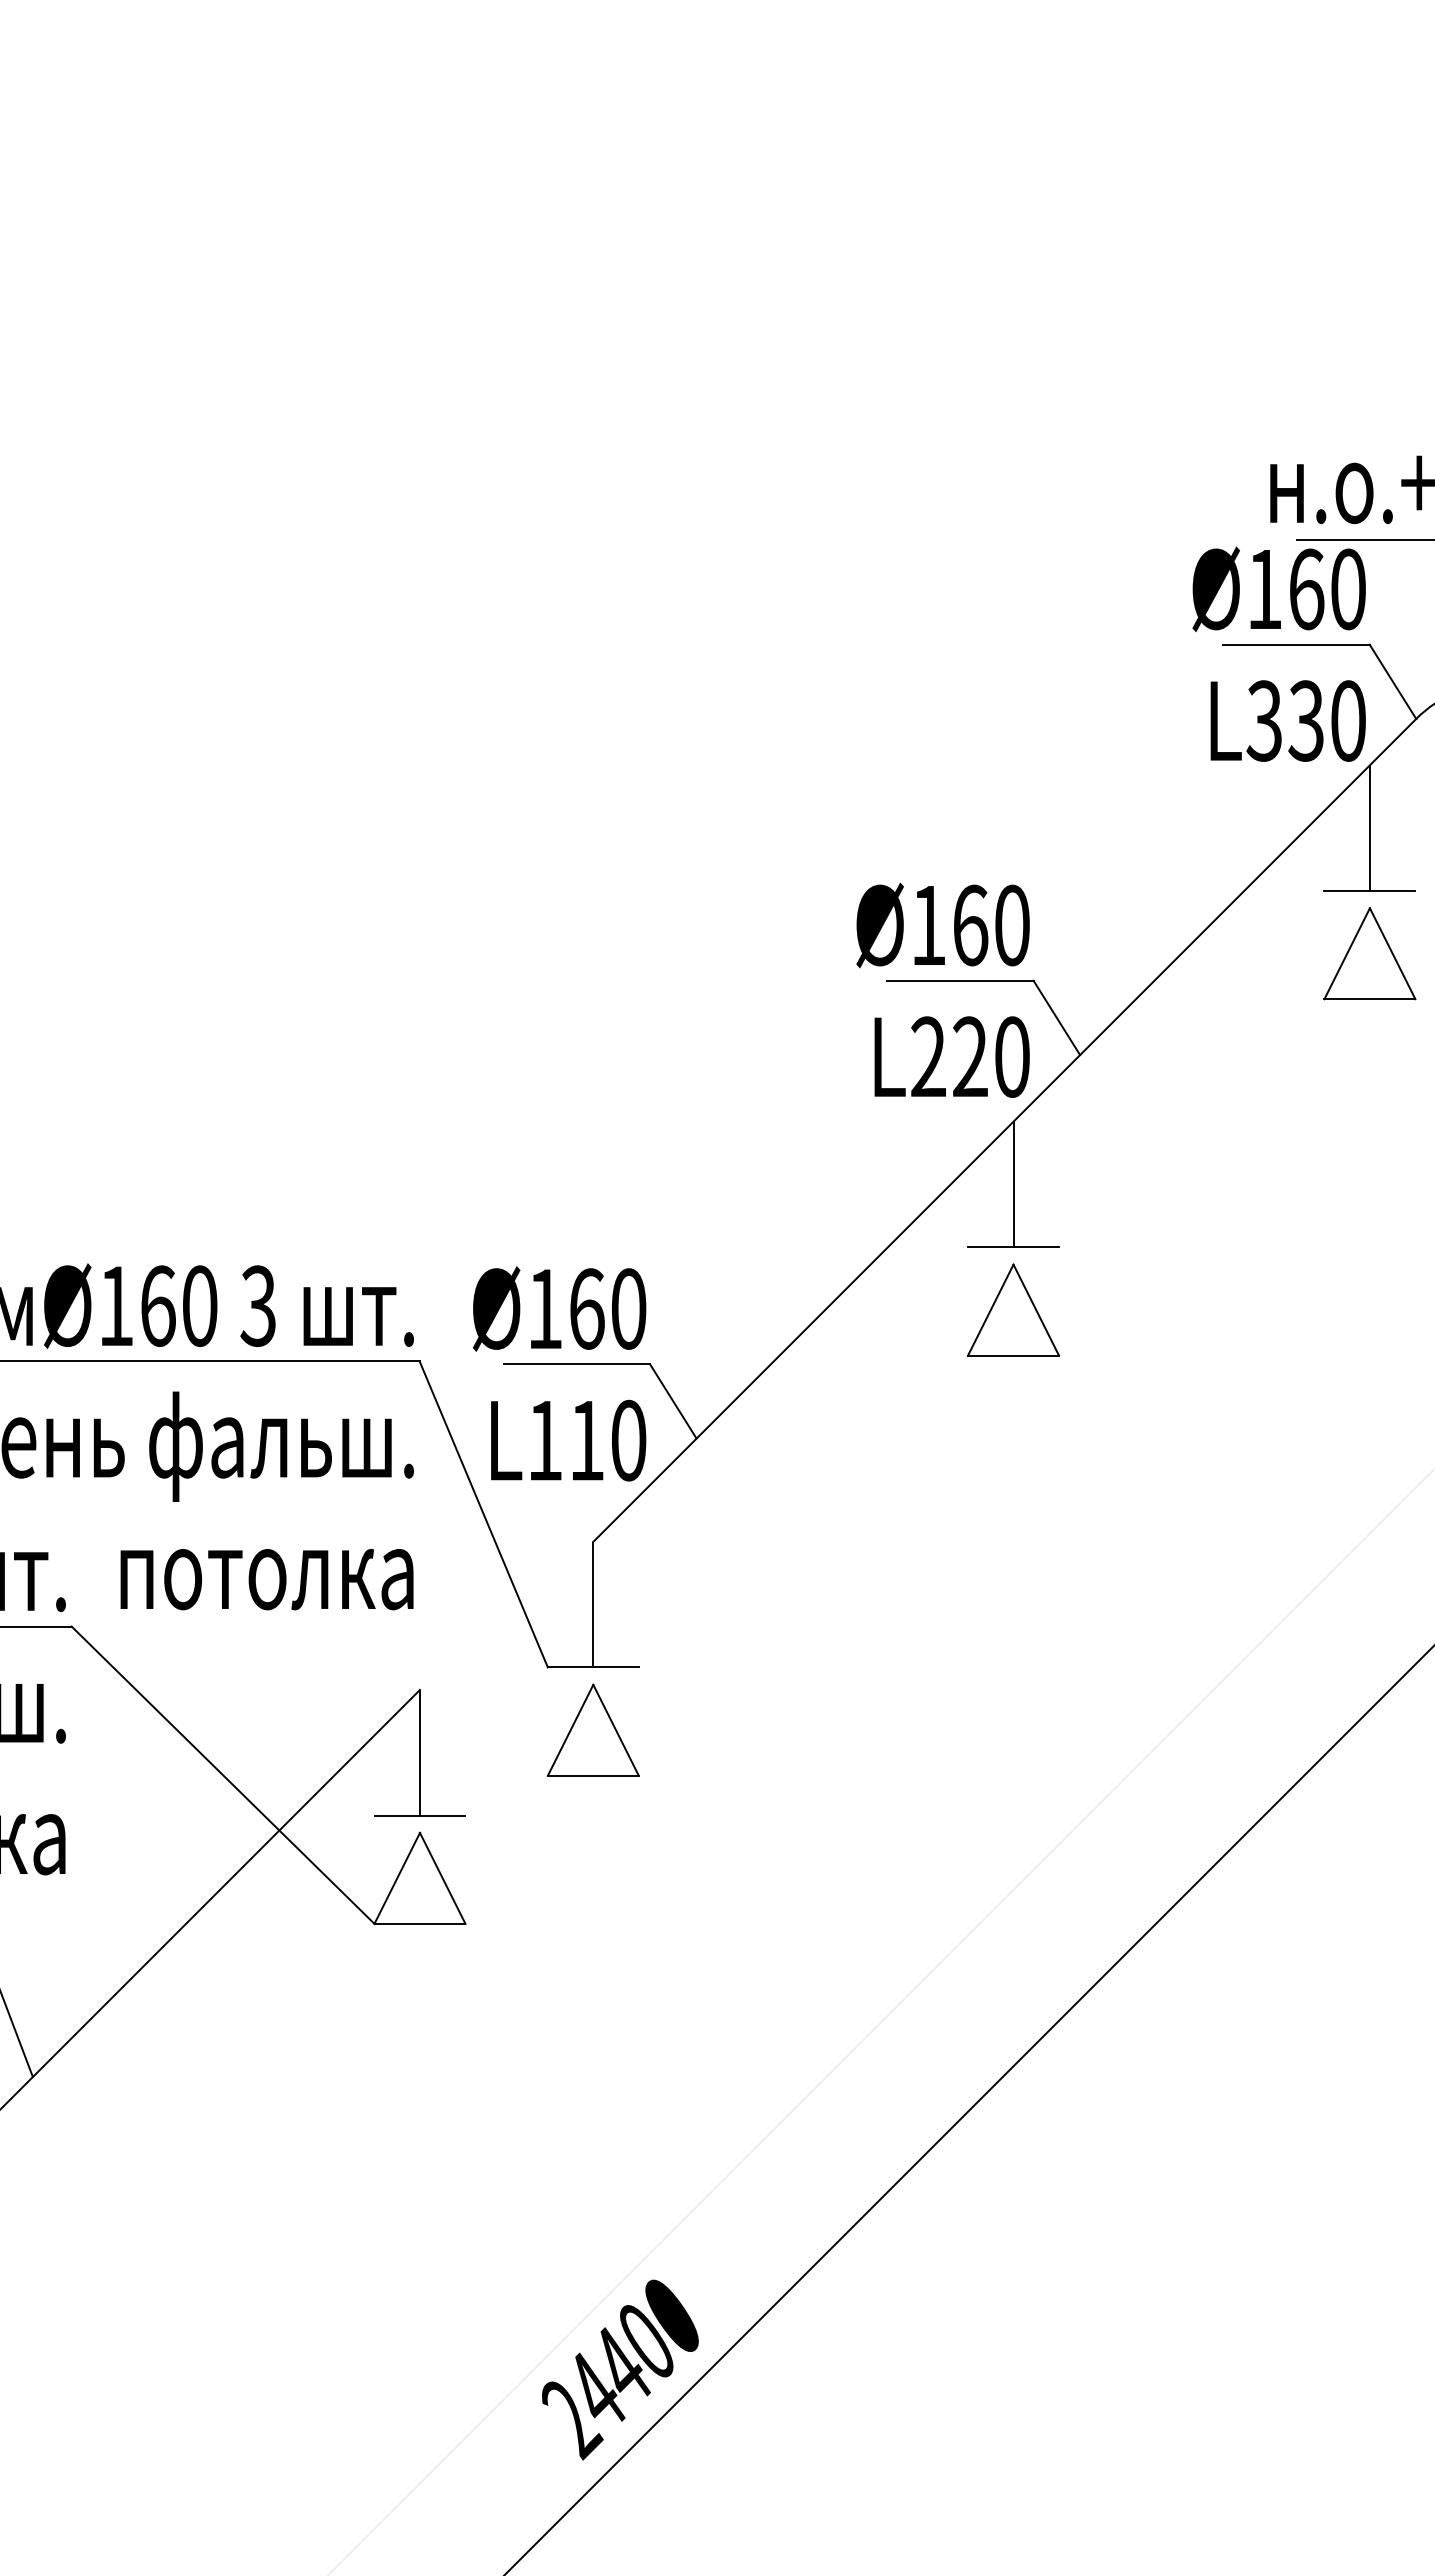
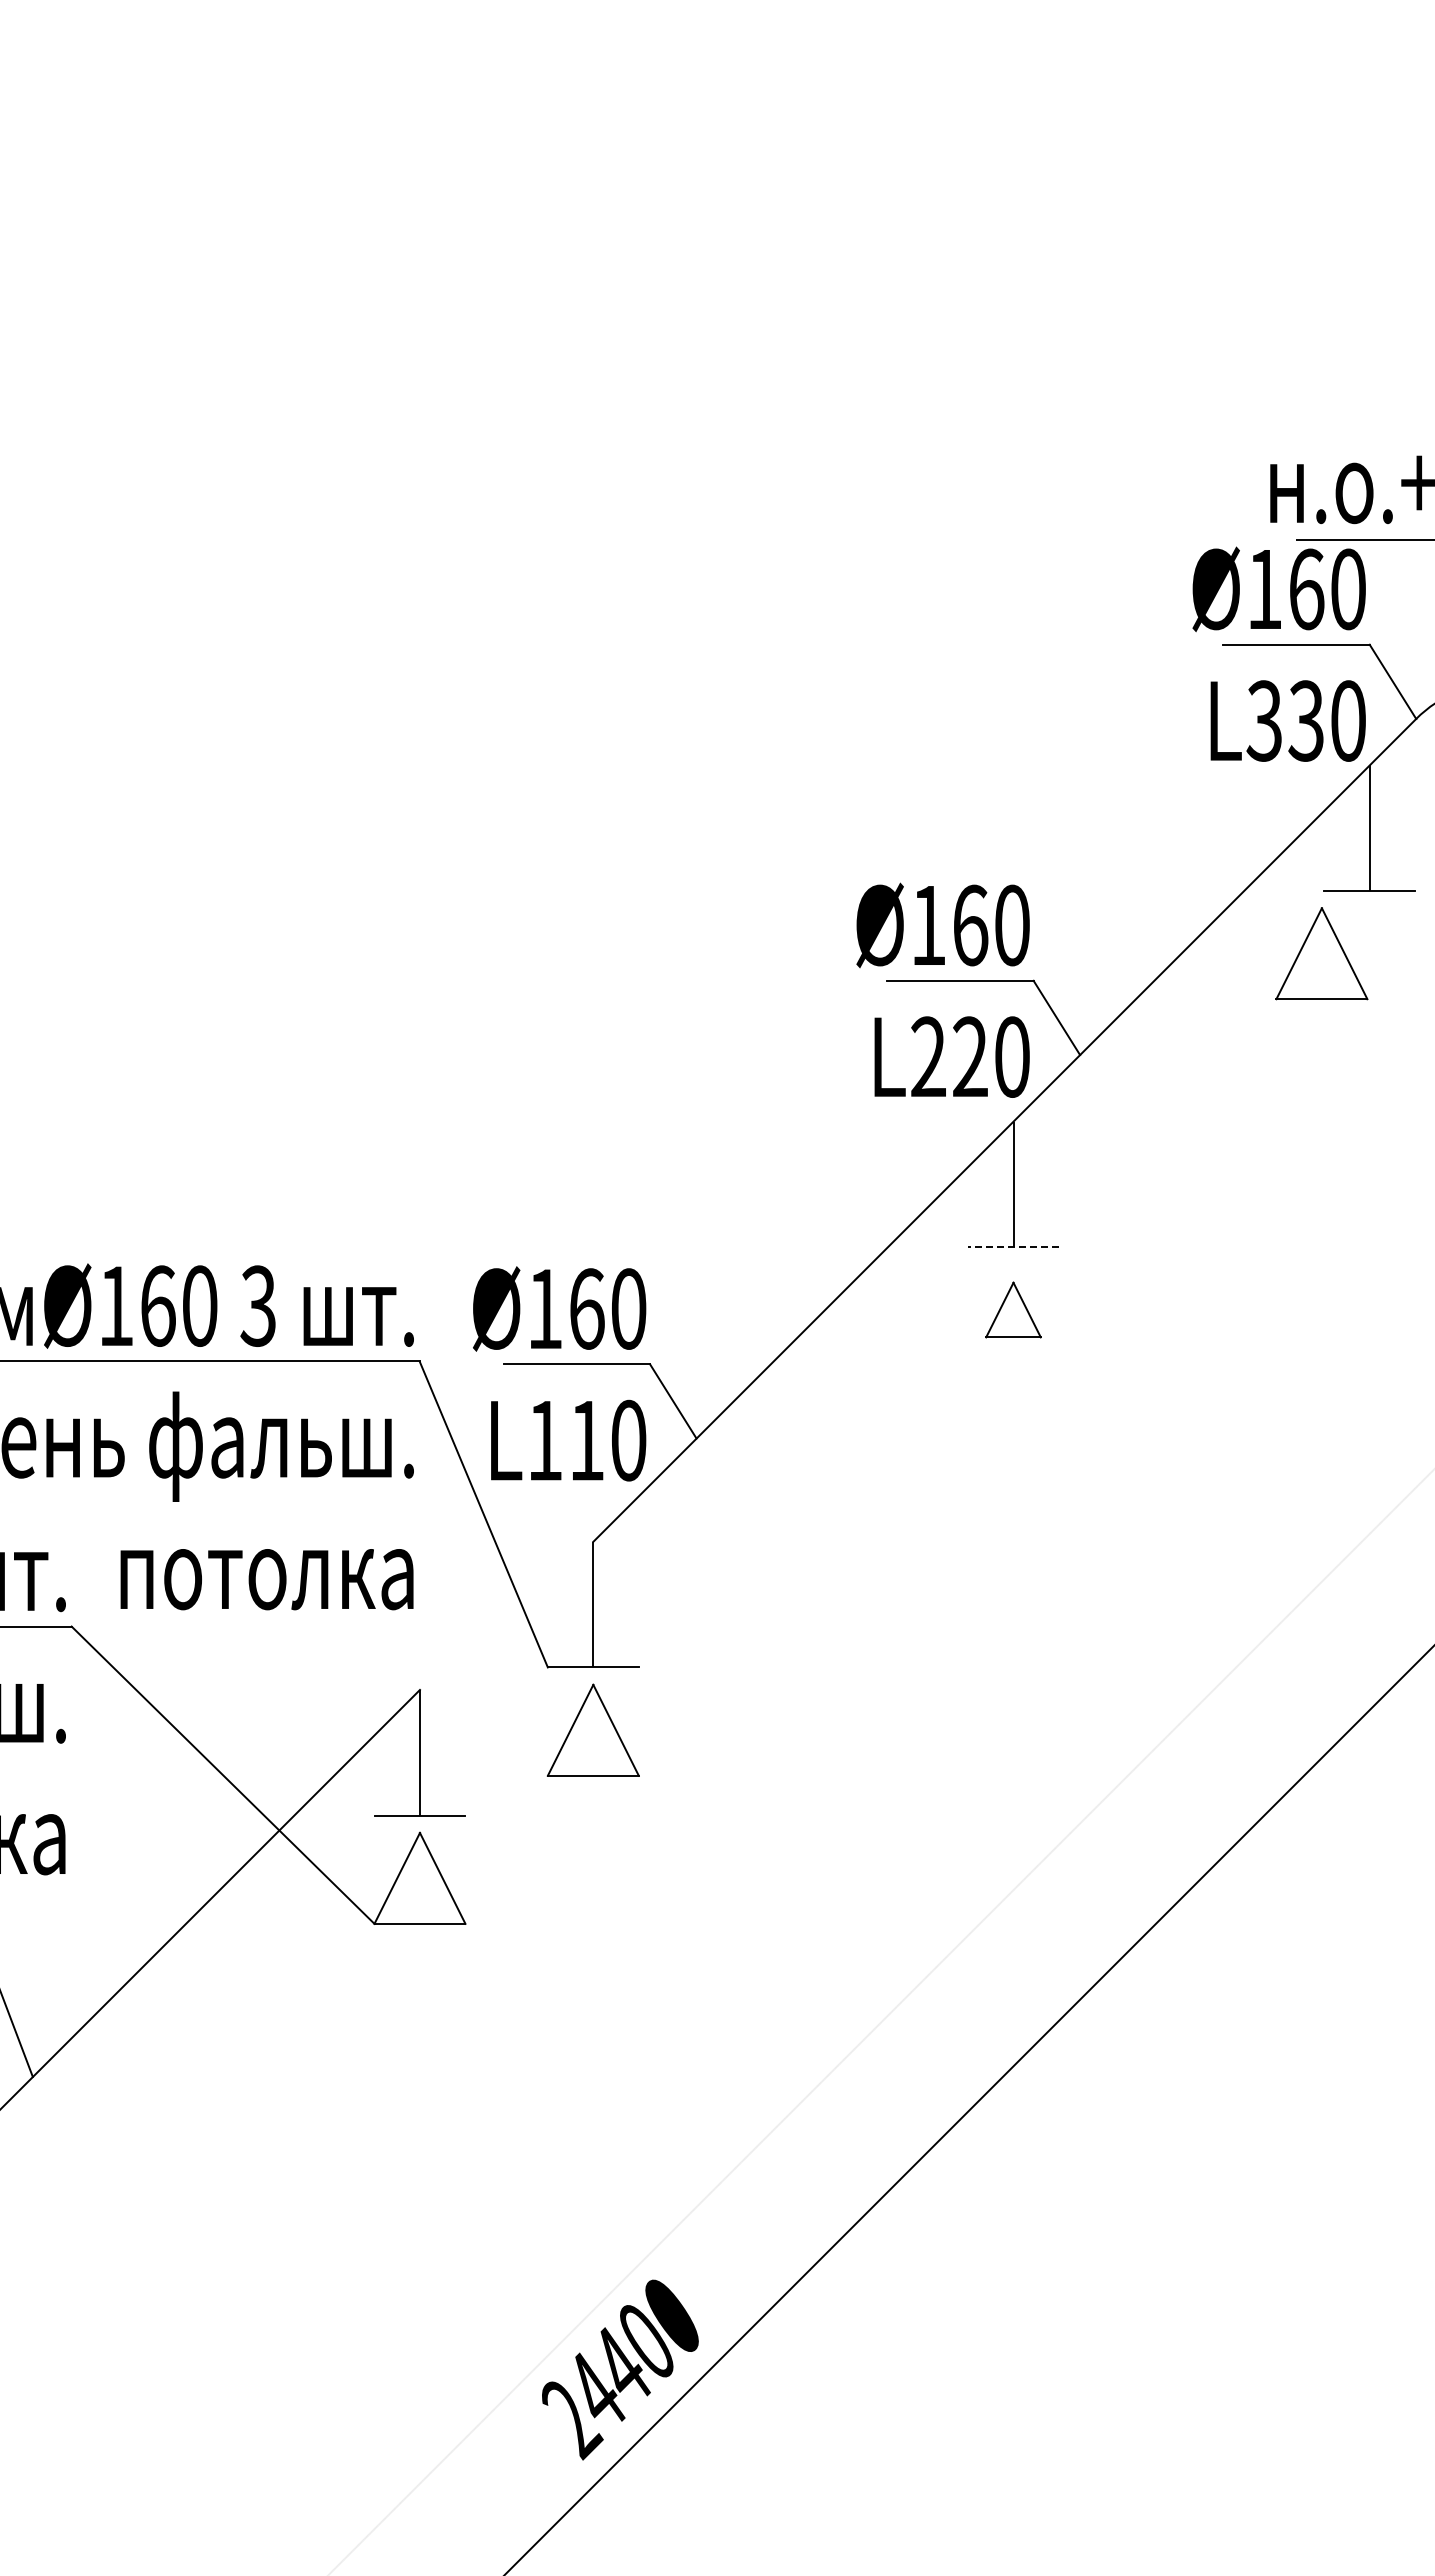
part at (1369, 953) position: (1369, 953) -> (1321, 953)
line at (1013, 1247): solid -> dashed
part at (1013, 1309) size: 93x94 px -> 57x58 px
